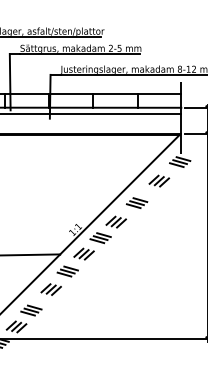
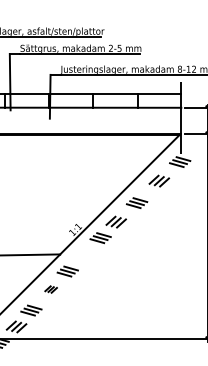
line at (91, 113): present -> none
part at (83, 253): present -> none
part at (50, 289) size: 22x13 px -> 14x9 px
